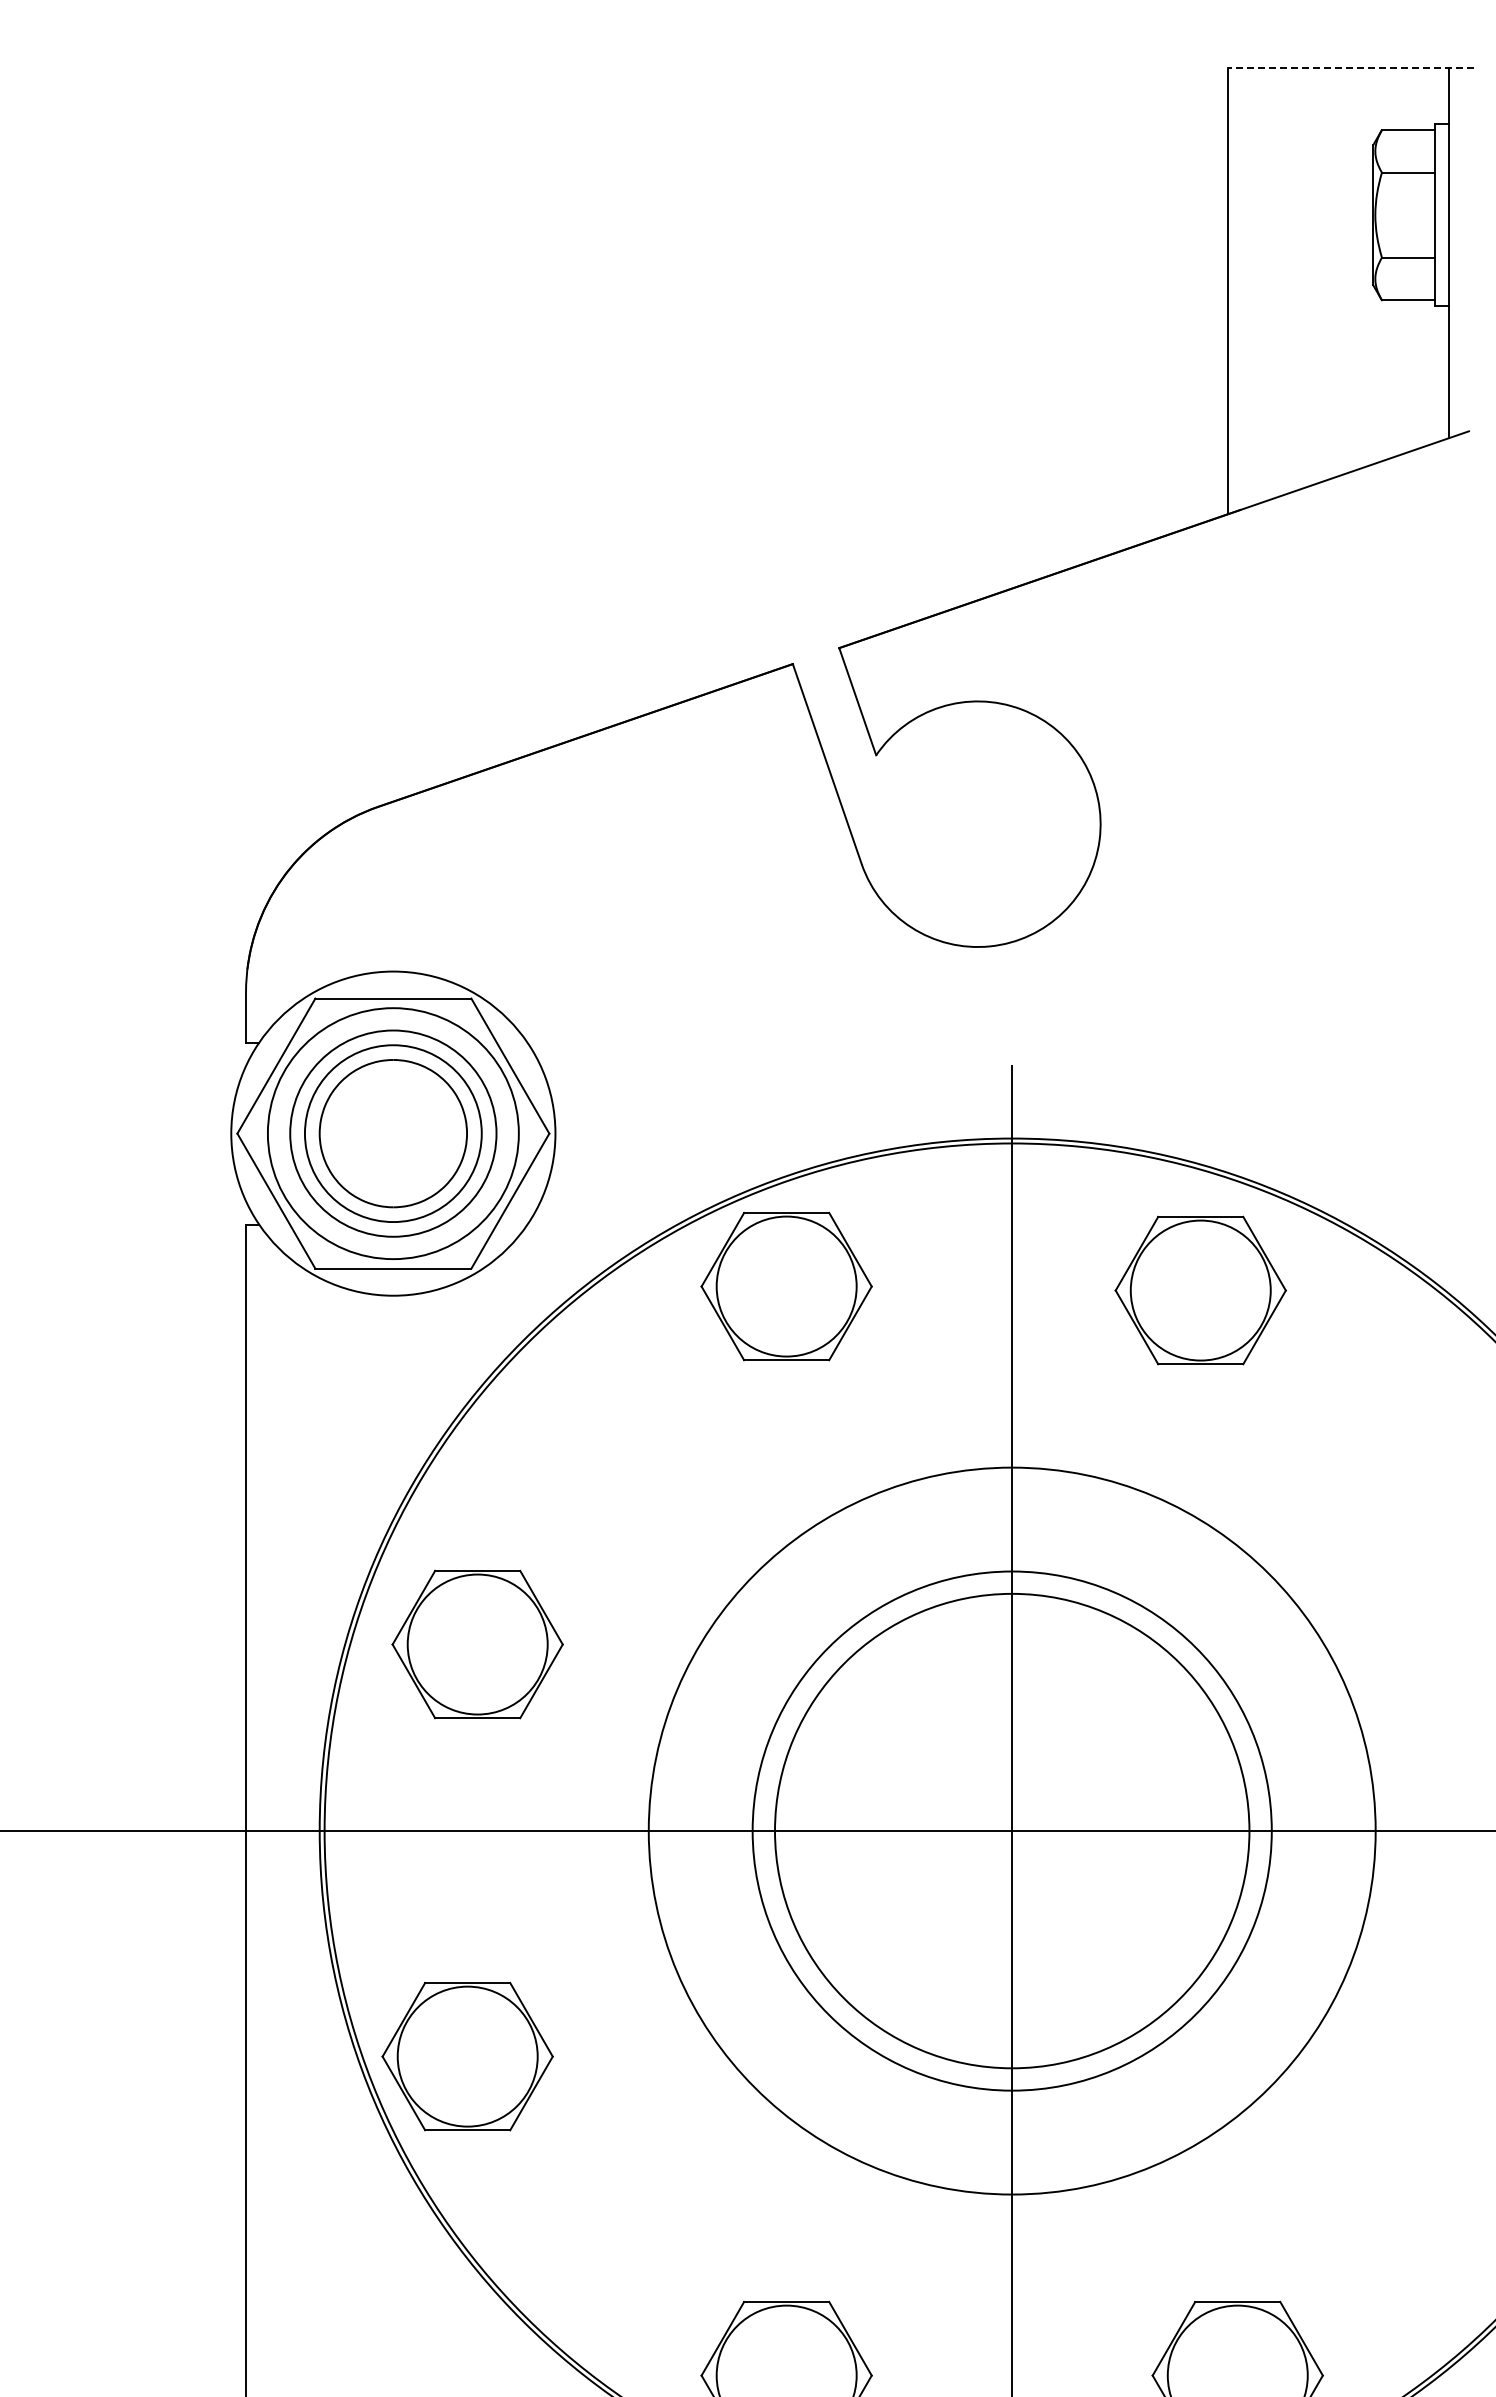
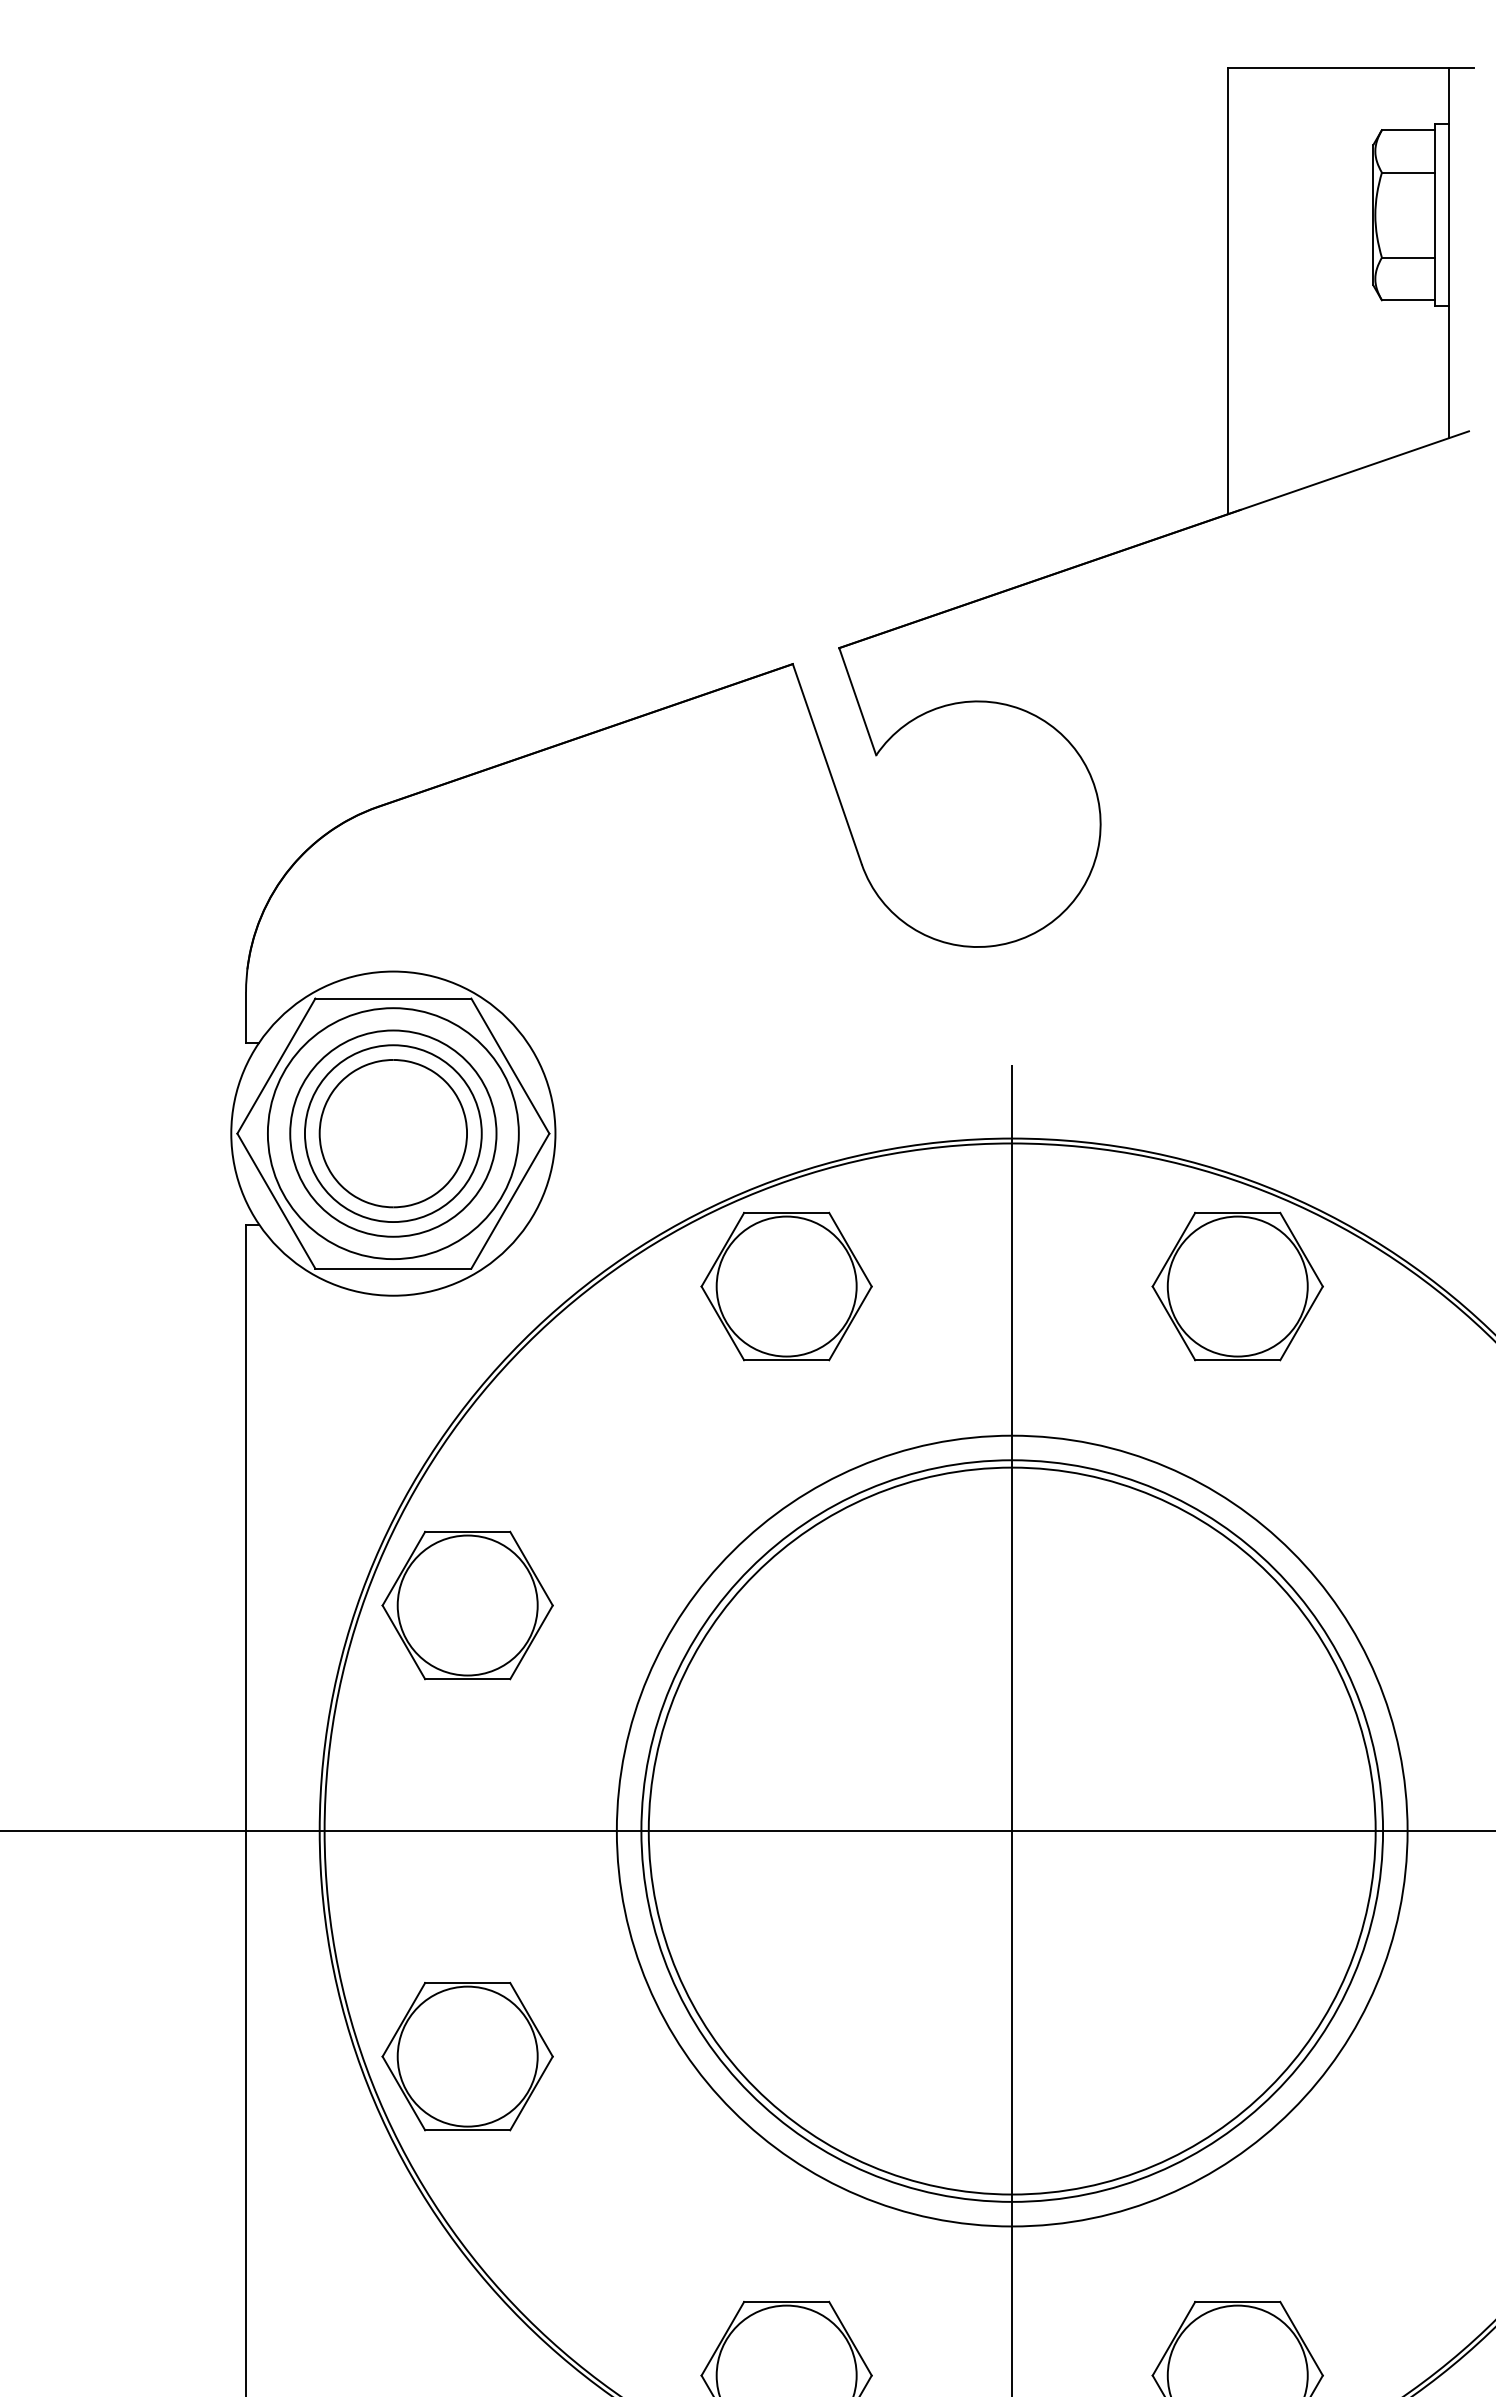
line at (1351, 67): dashed -> solid
part at (1200, 1290) position: (1200, 1290) -> (1237, 1286)
part at (477, 1644) position: (477, 1644) -> (467, 1605)
circle at (1011, 1830) diameter: 519 px -> 742 px
circle at (1012, 1830) diameter: 474 px -> 791 px
